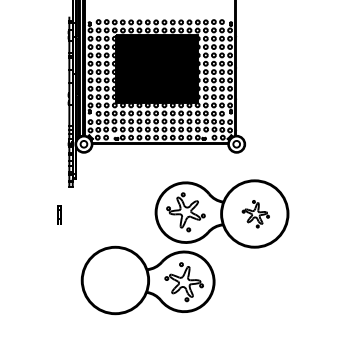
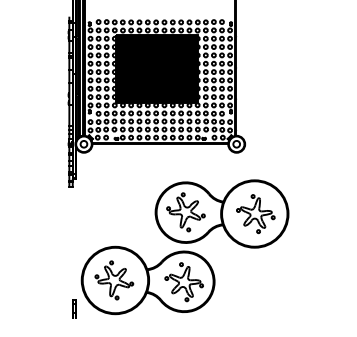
line at (58, 214) position: (58, 214) -> (73, 308)
part at (255, 214) size: 29x29 px -> 40x41 px
part at (114, 280): none -> present
